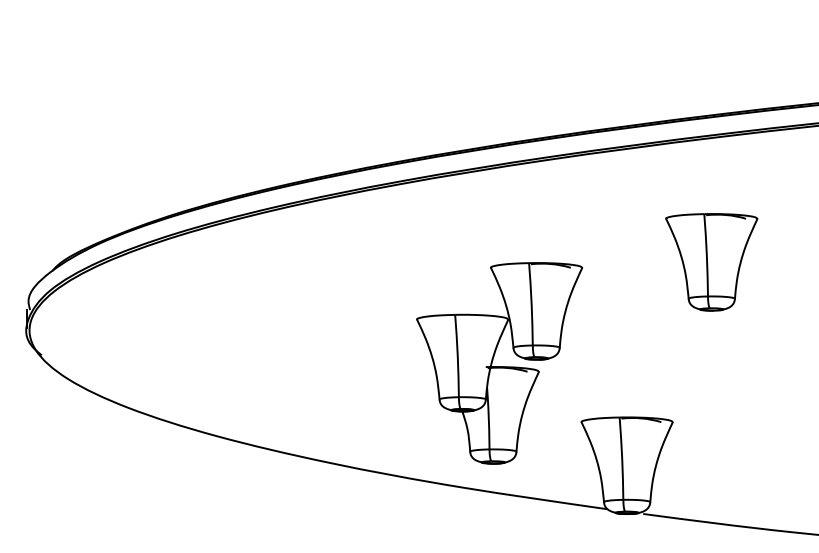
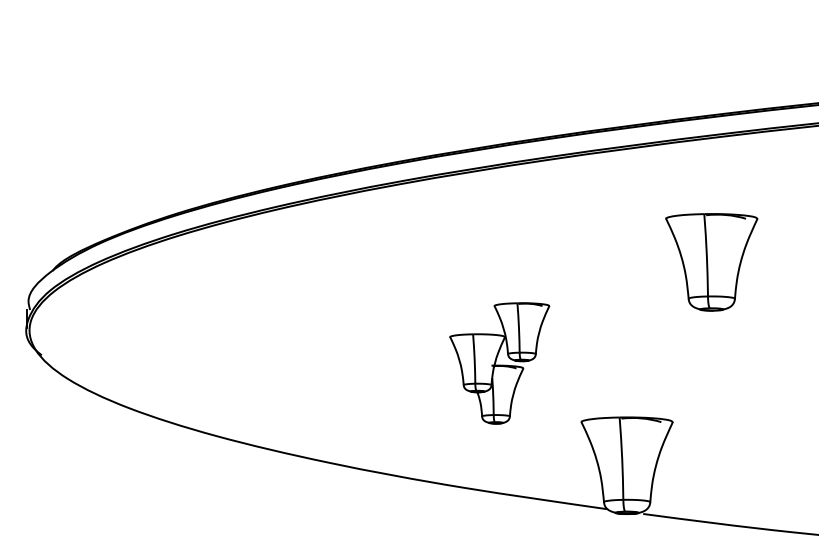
part at (499, 363) size: 168x203 px -> 102x123 px
